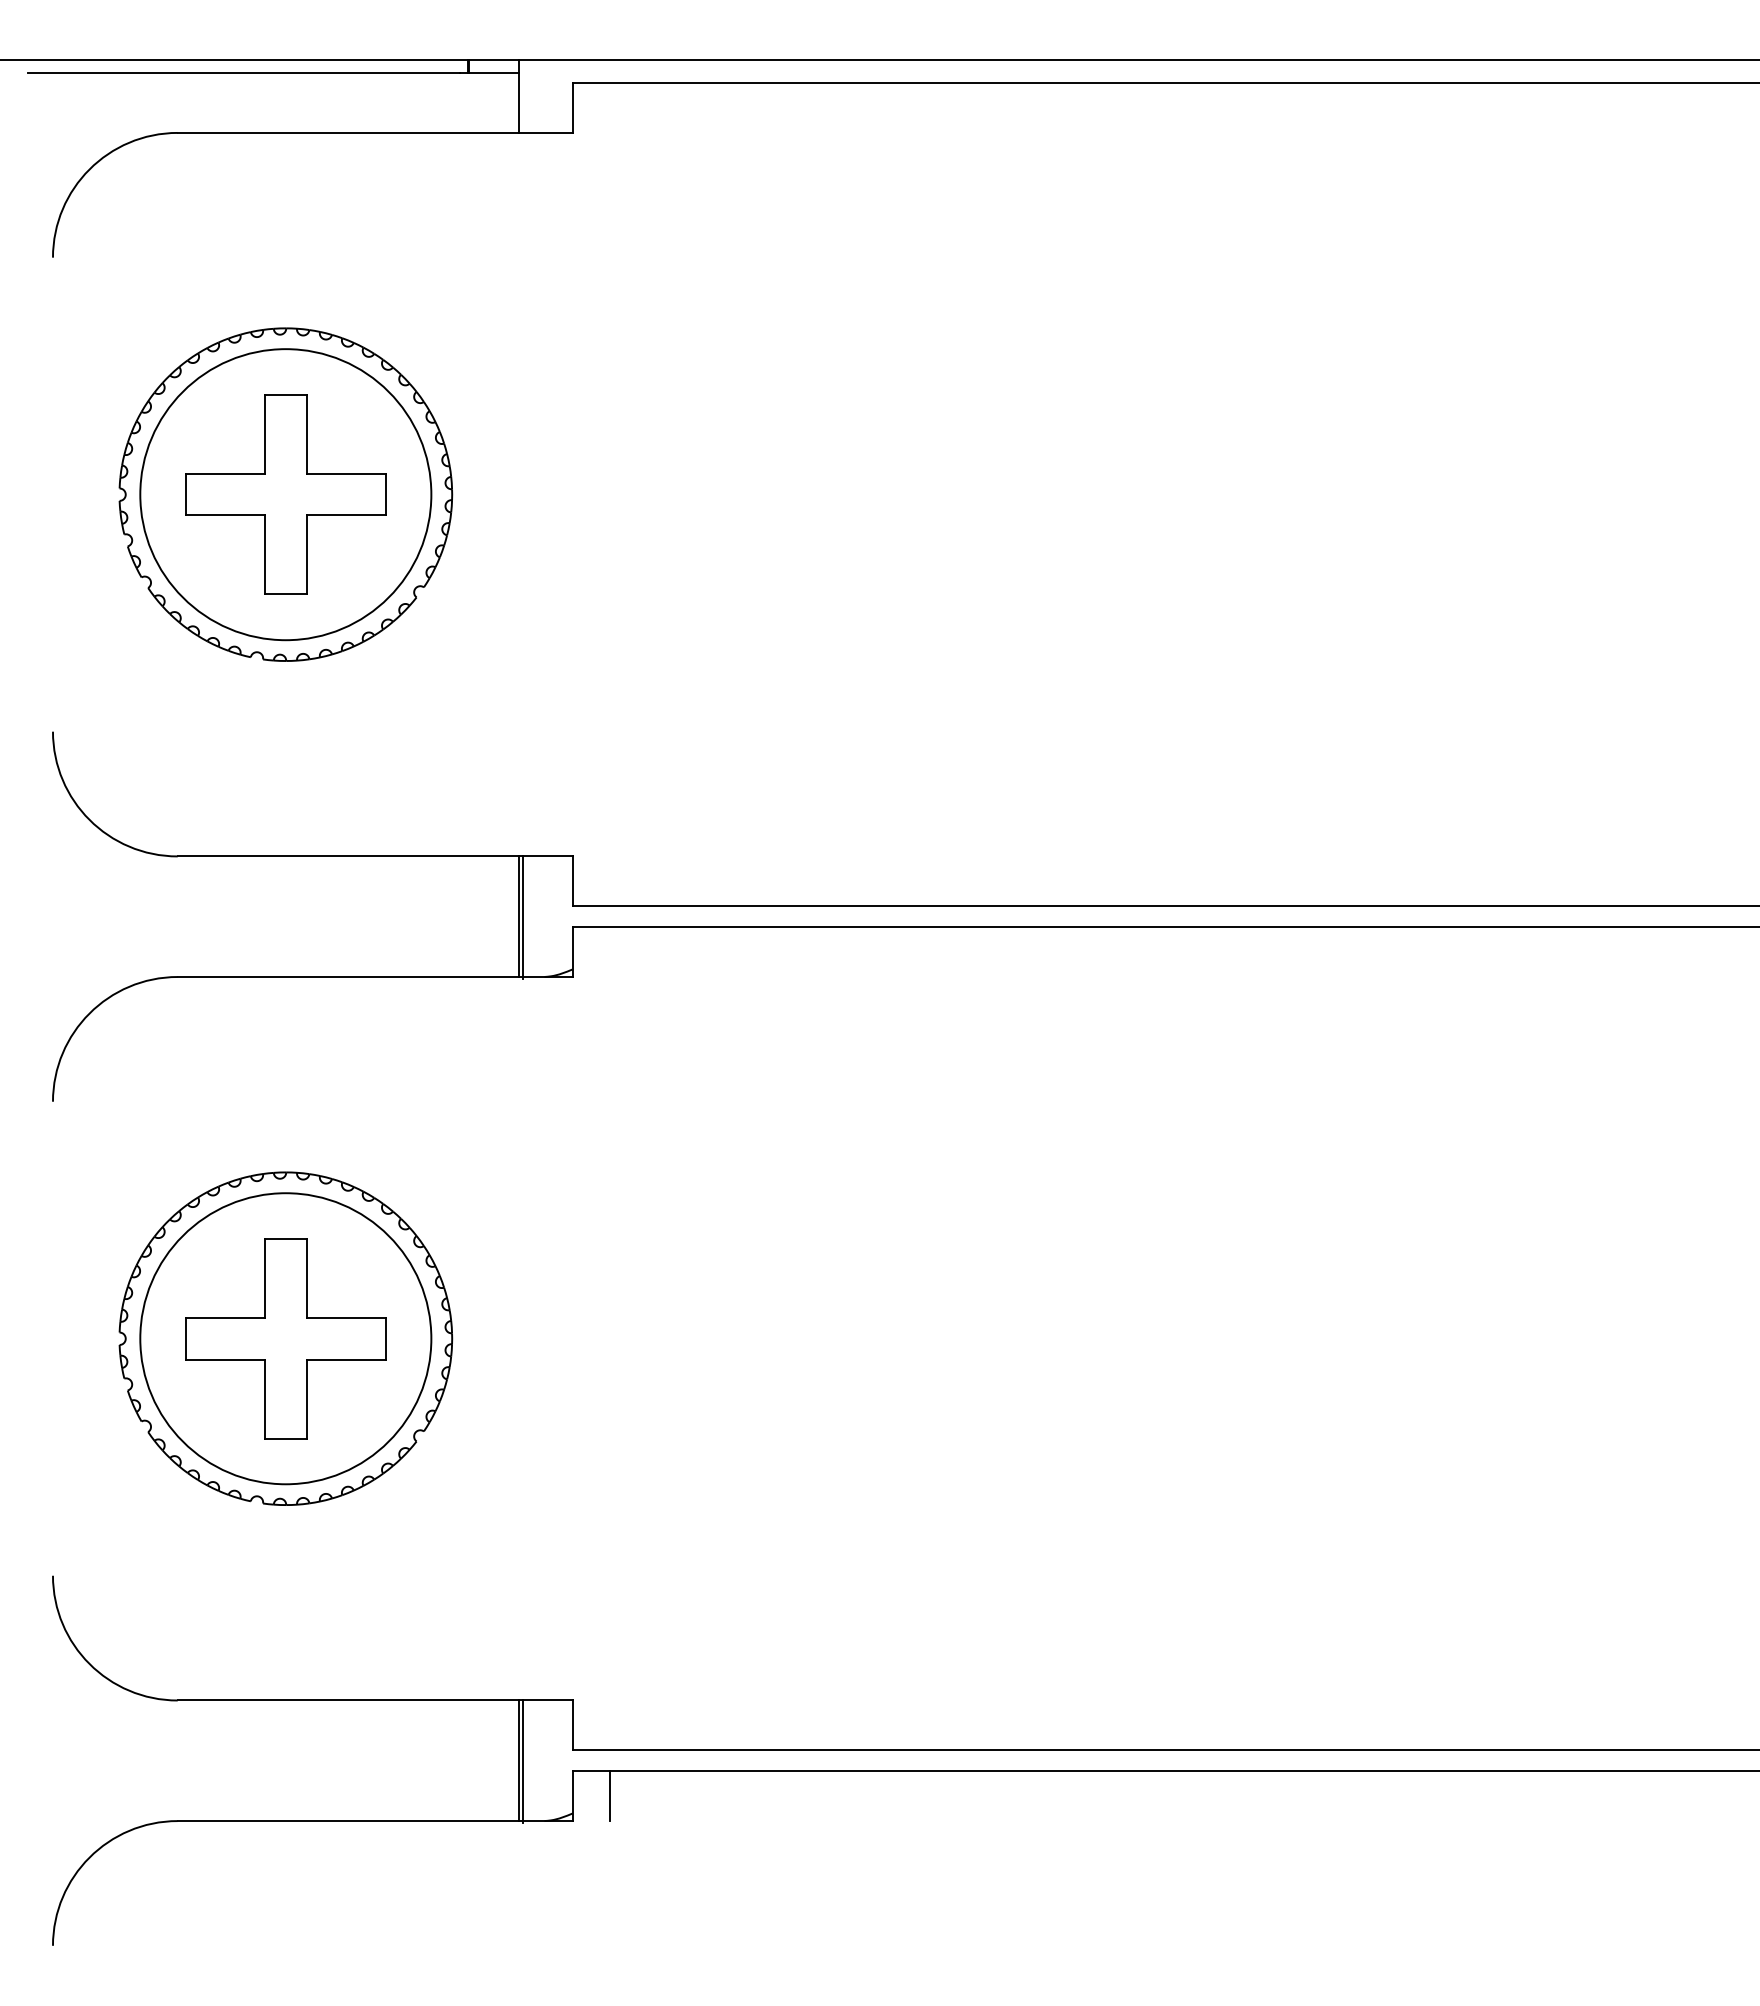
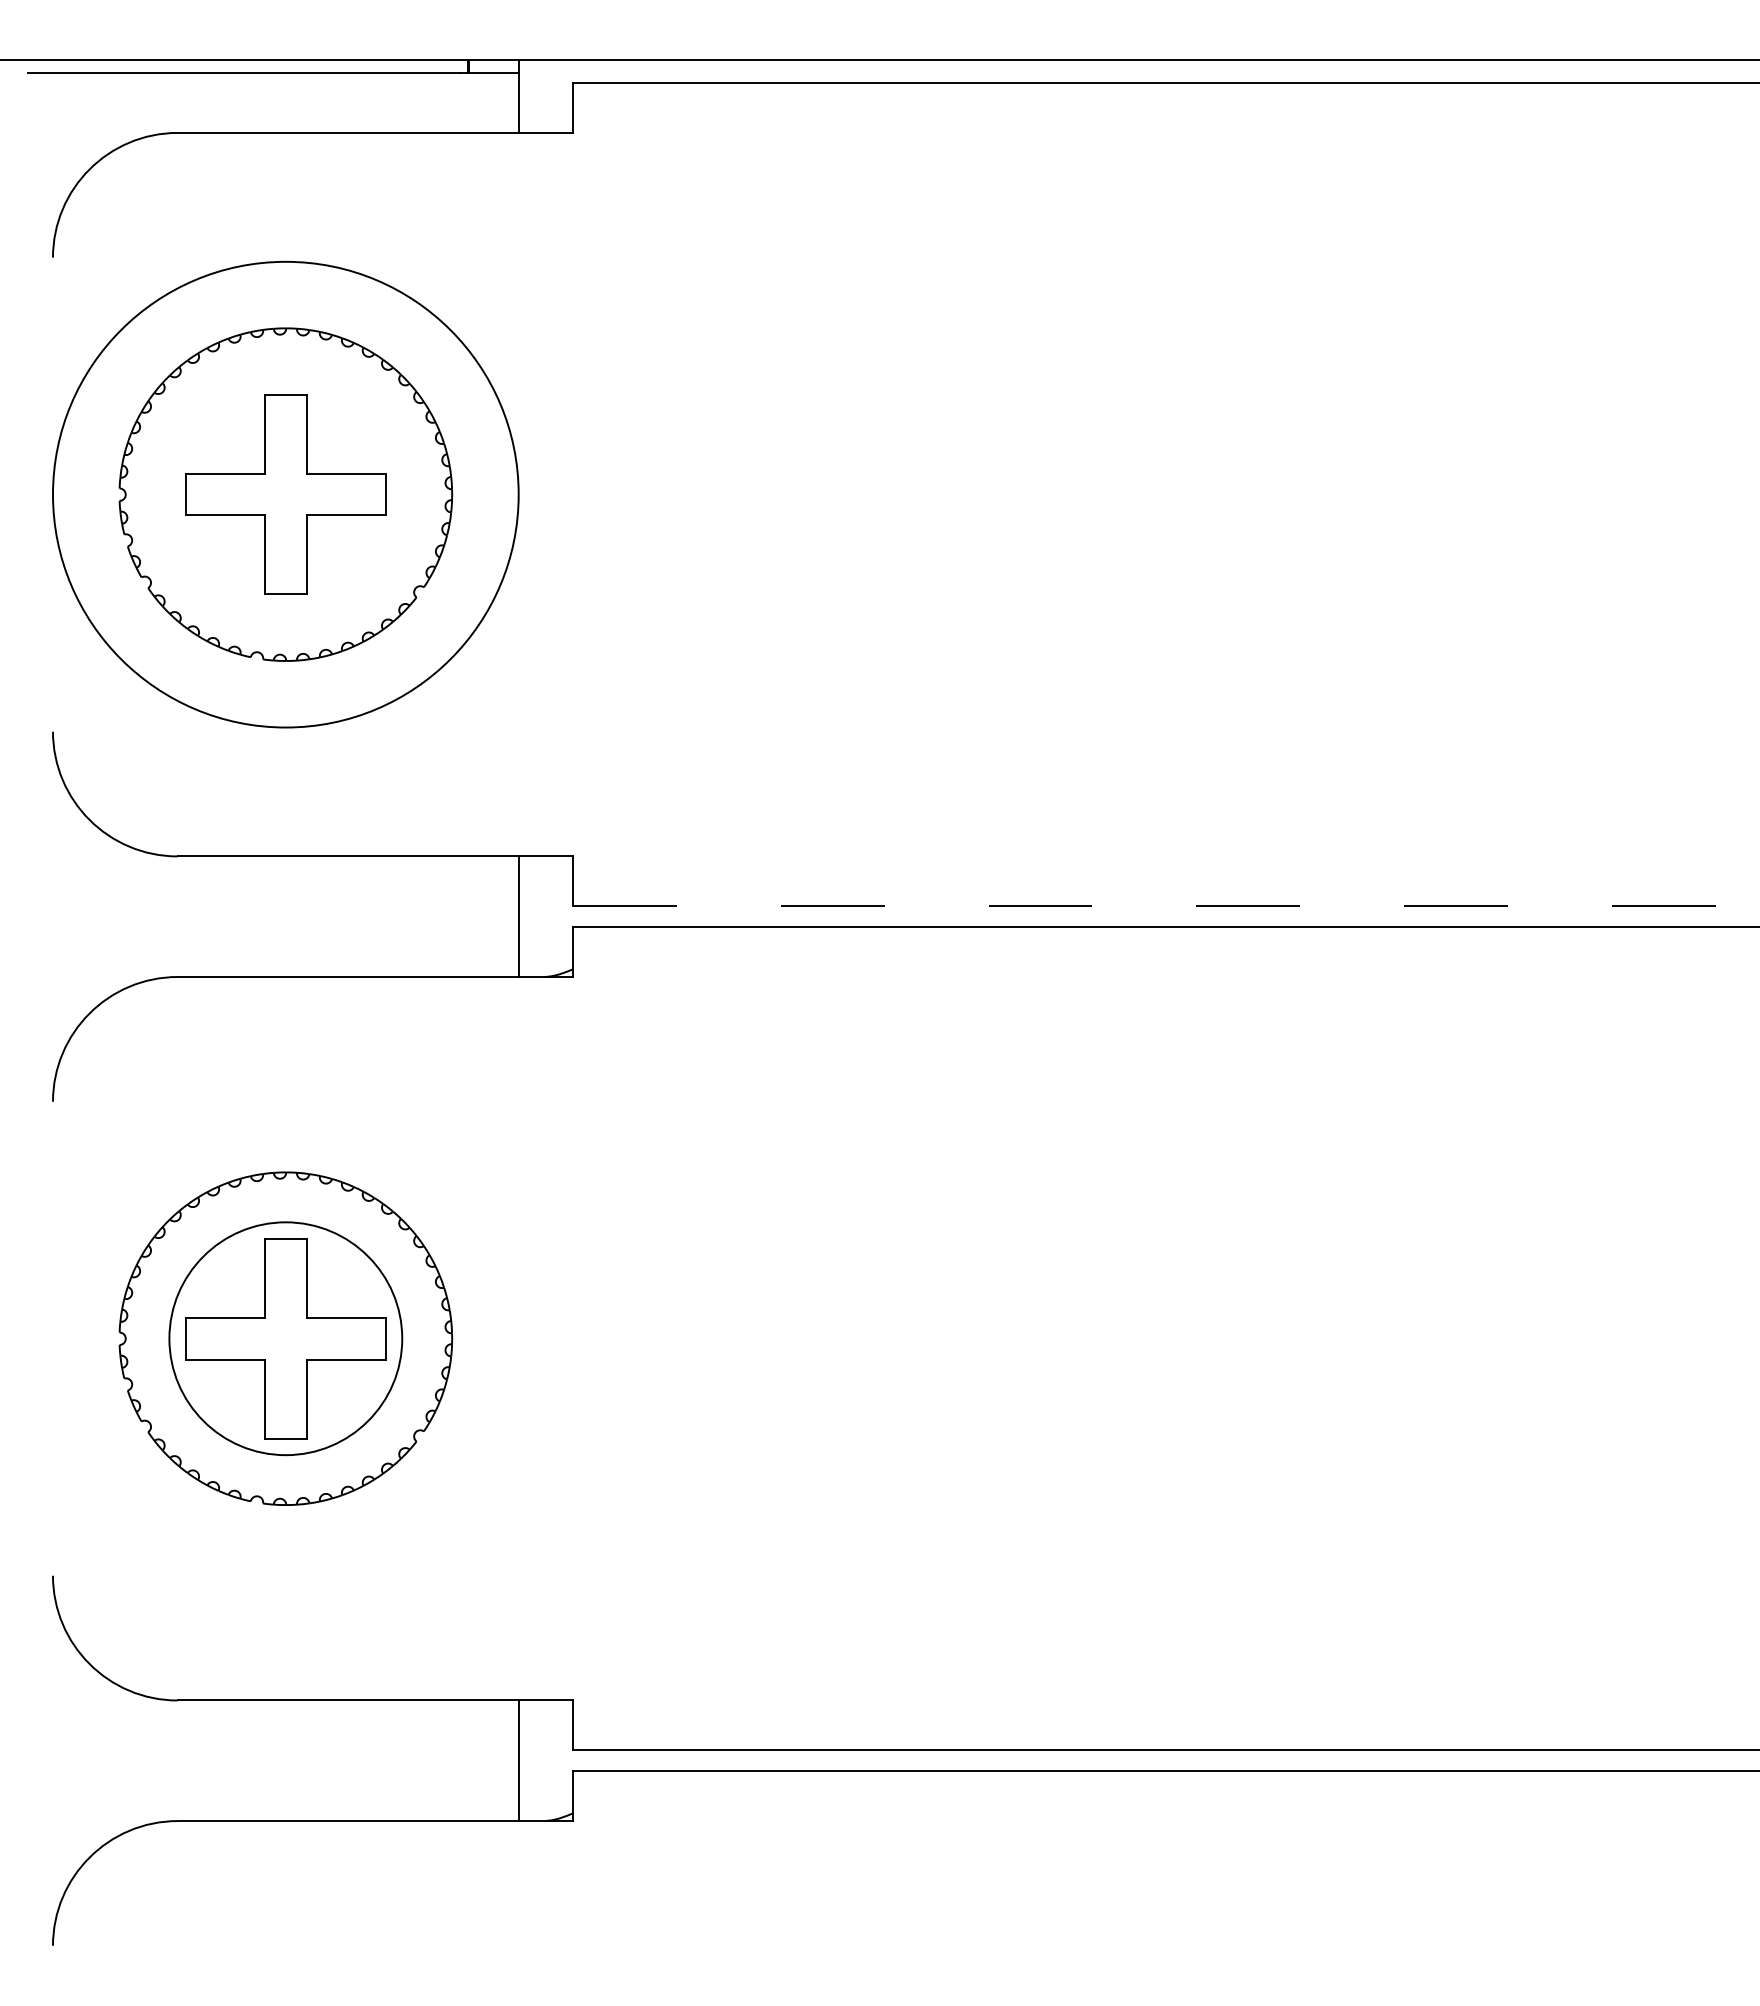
circle at (285, 494) diameter: 291 px -> 466 px
line at (1165, 906): solid -> dashed
line at (522, 917): present -> none
circle at (285, 1338) diameter: 291 px -> 233 px
line at (522, 1761): present -> none
line at (610, 1796): present -> none
